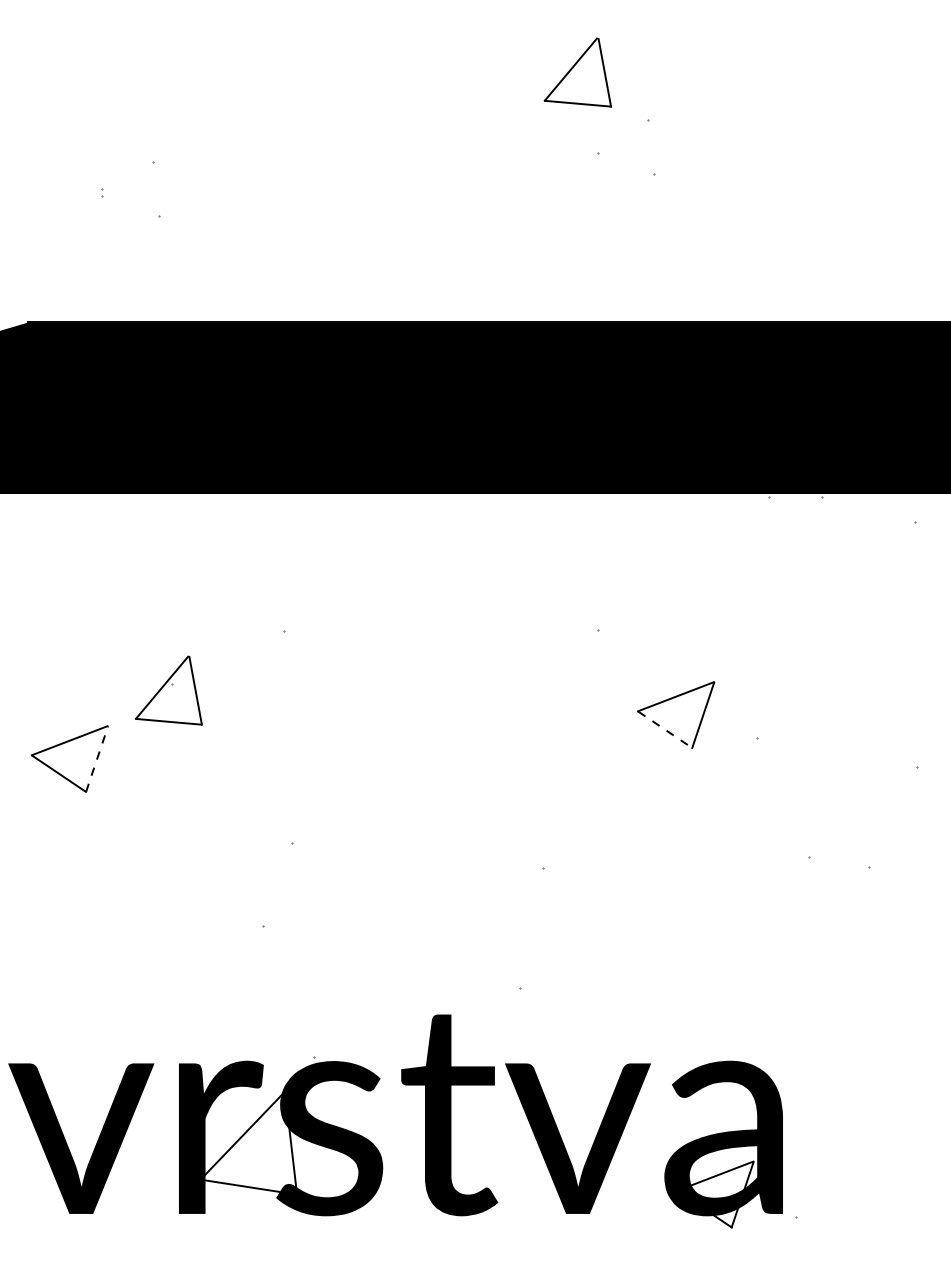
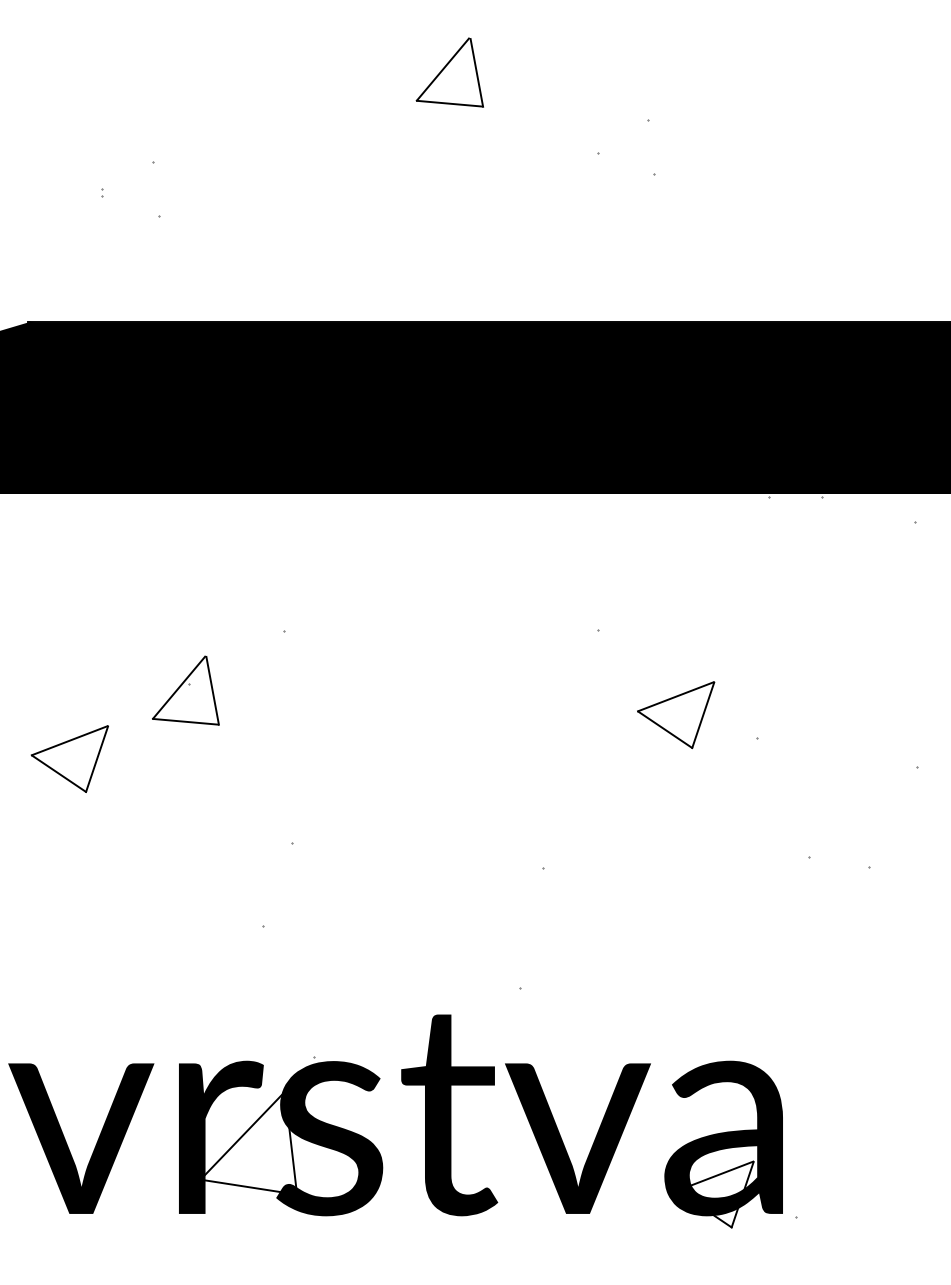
part at (577, 72) position: (577, 72) -> (449, 72)
part at (168, 690) position: (168, 690) -> (185, 690)
line at (665, 730): dashed -> solid
line at (97, 758): dashed -> solid
